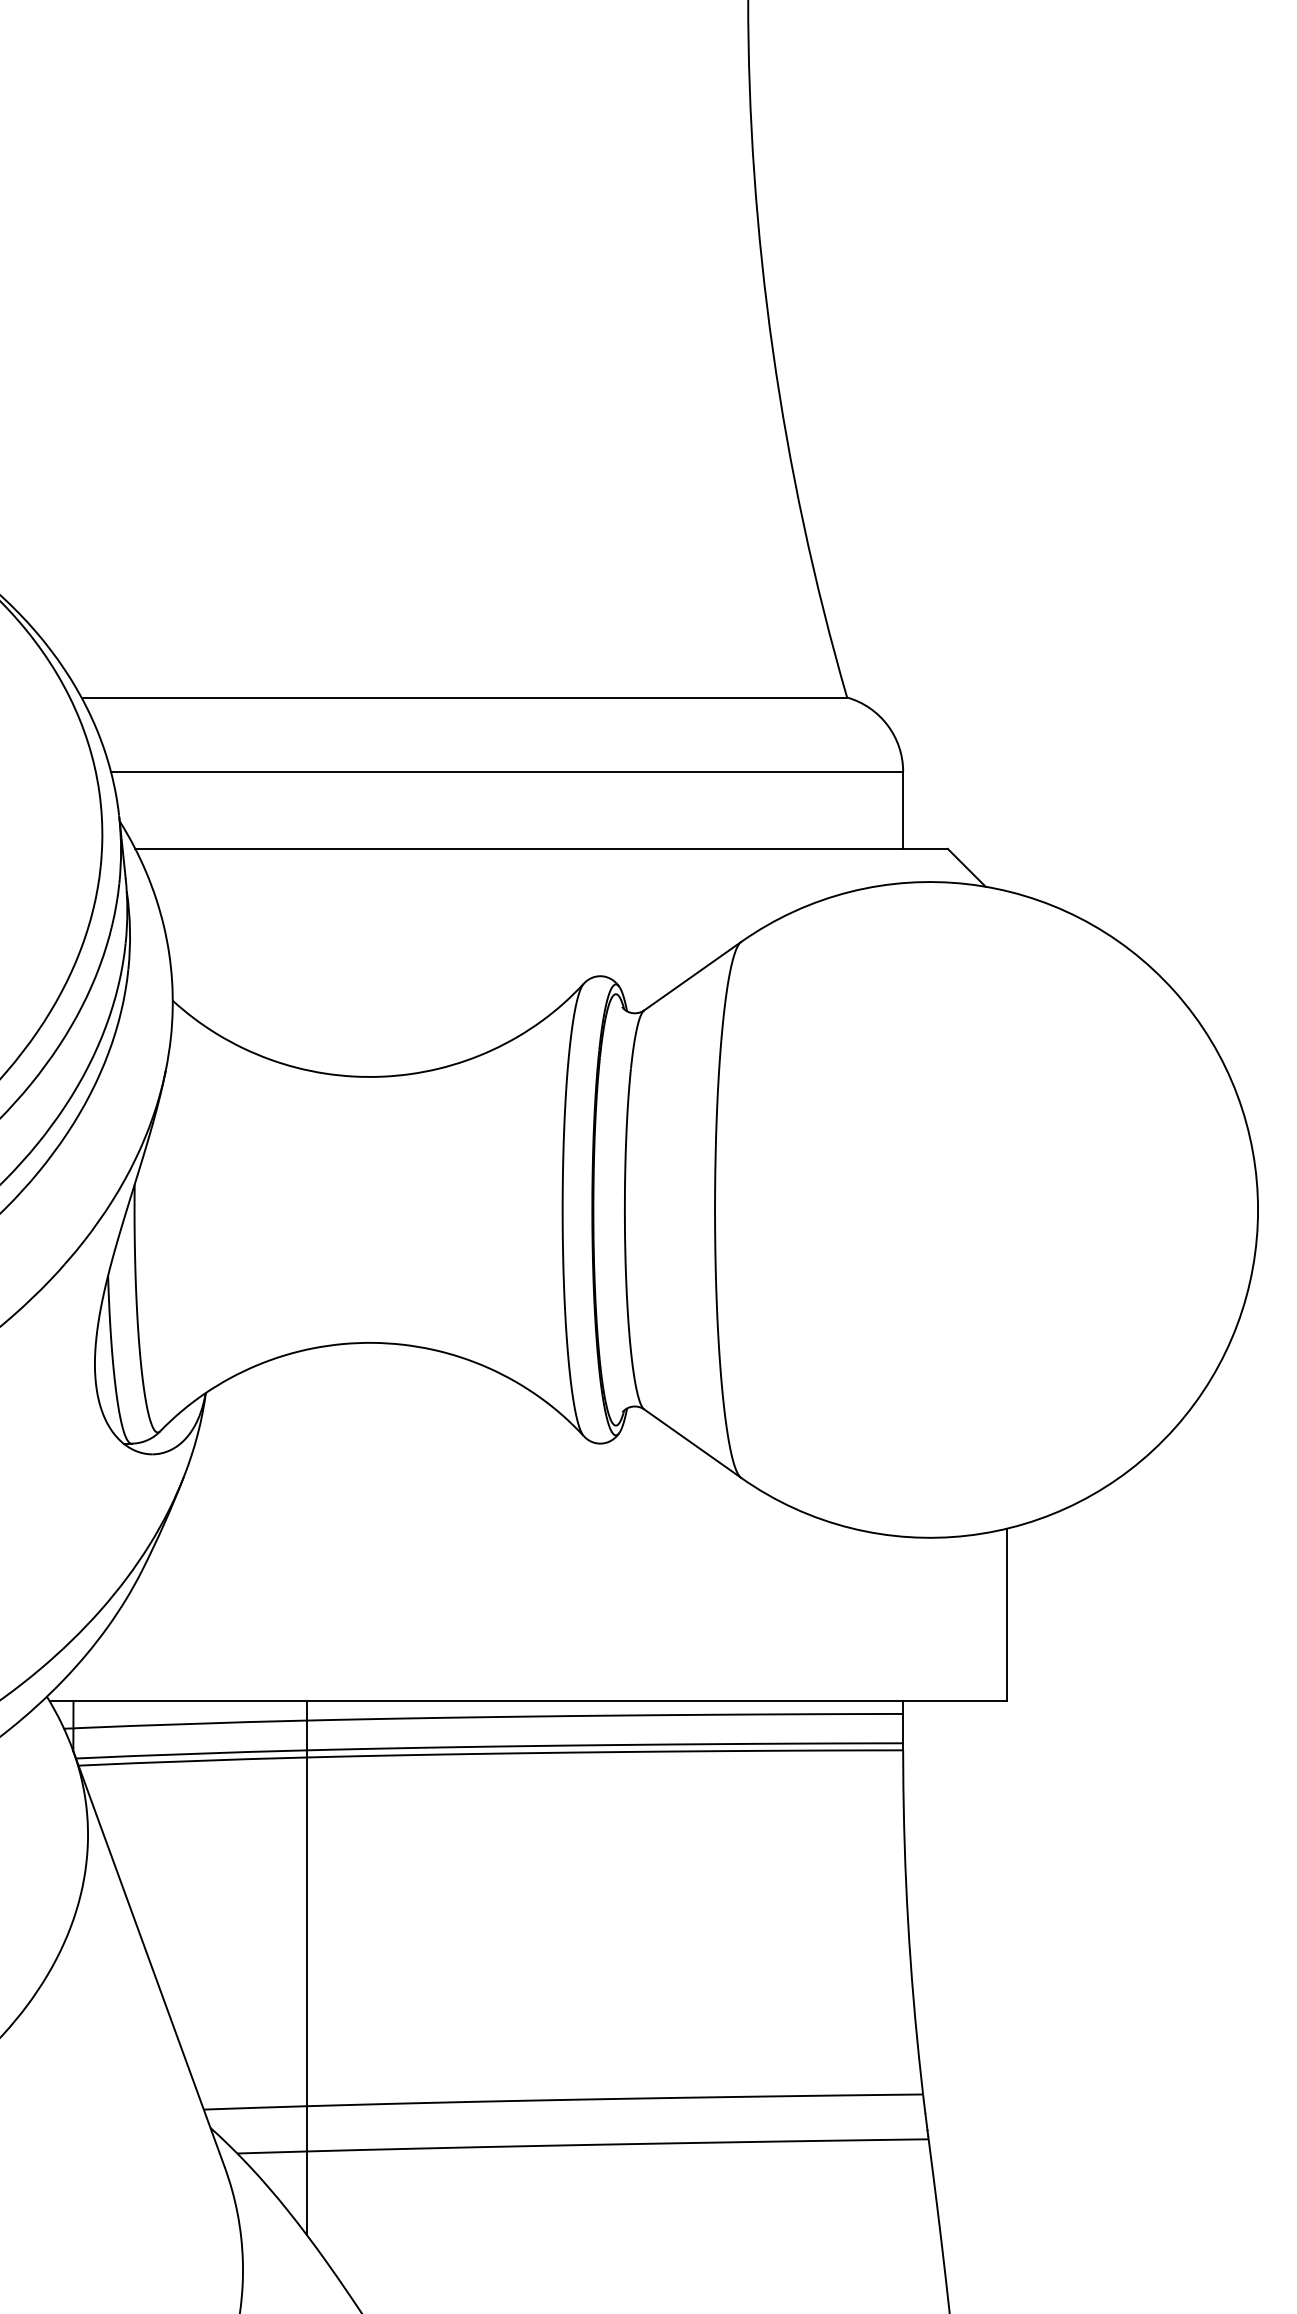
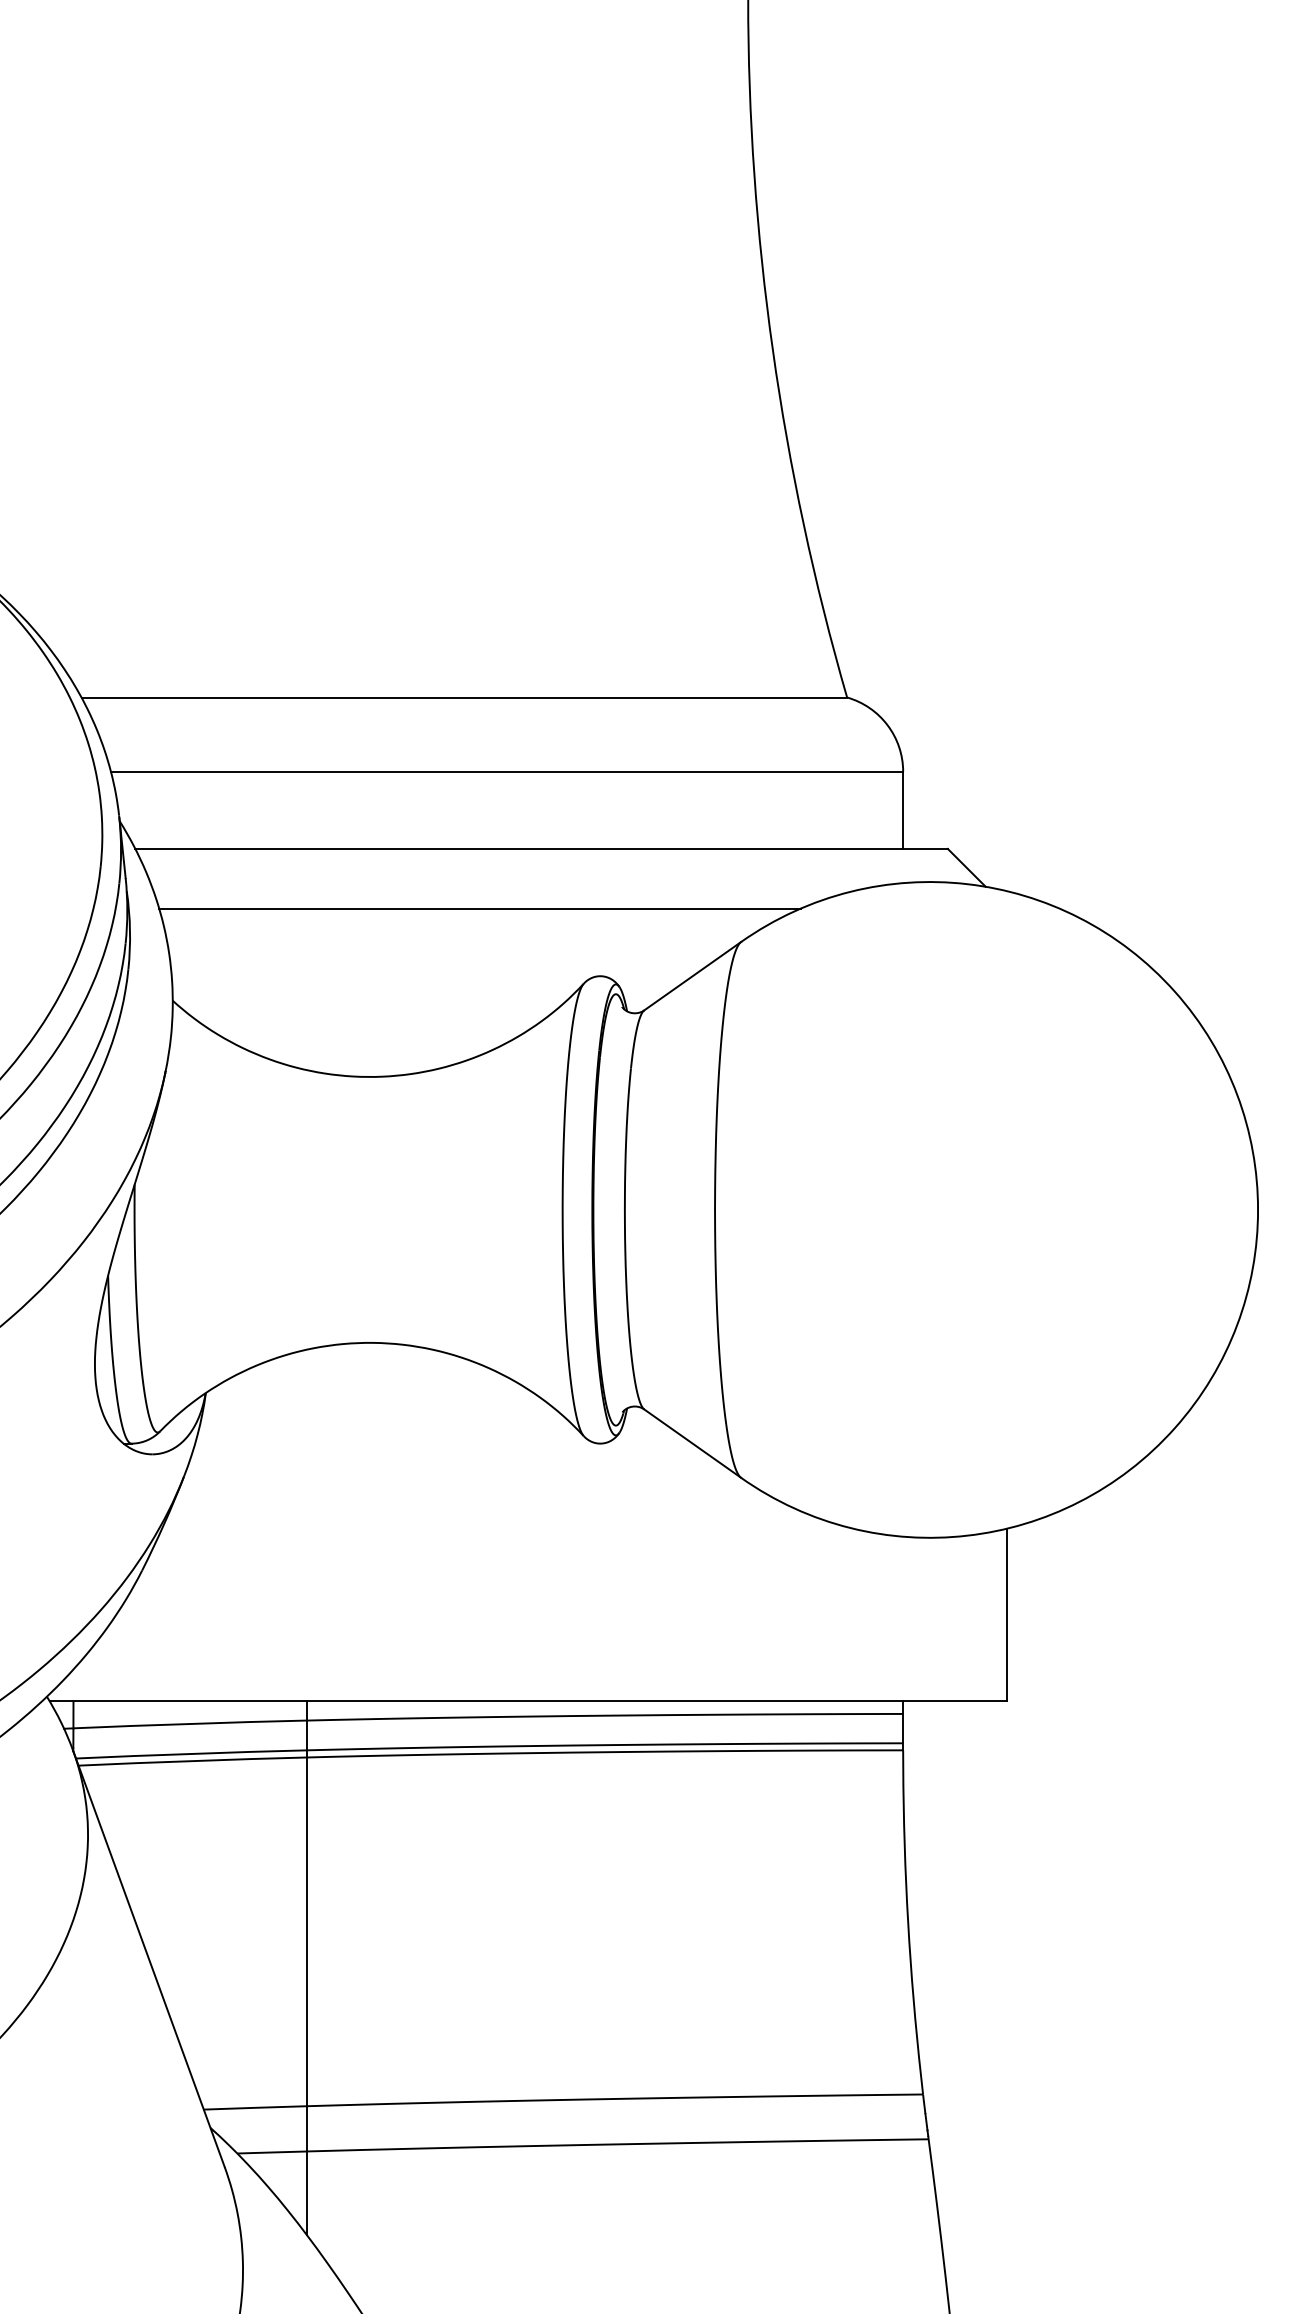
line at (479, 908): none -> present
